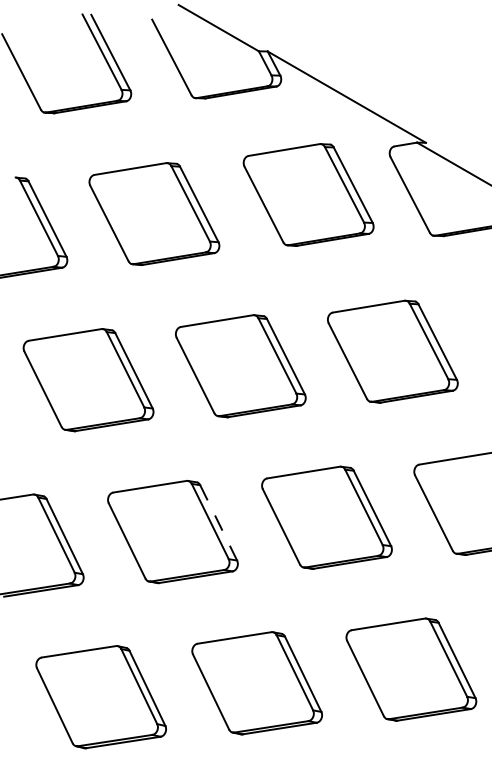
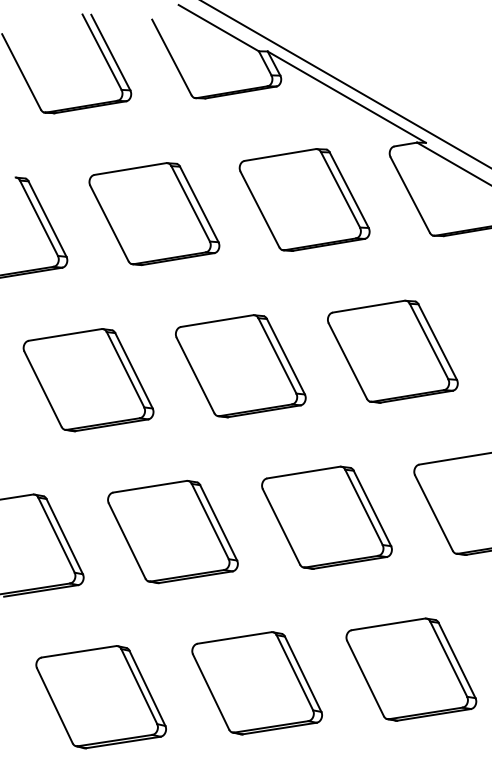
line at (346, 84): none -> present
part at (308, 194) position: (308, 194) -> (304, 199)
line at (218, 522): dashed -> solid
